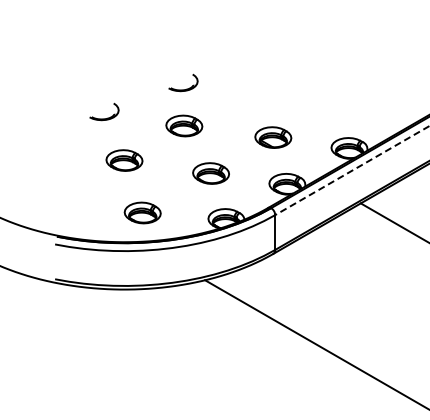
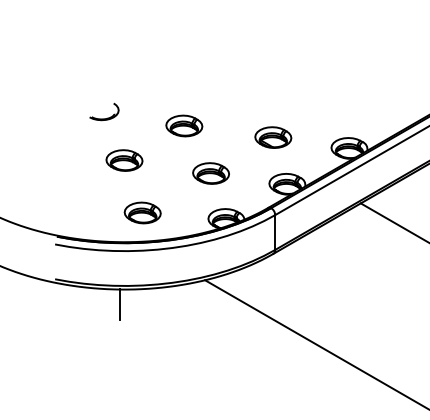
part at (186, 88): present -> none
line at (352, 170): dashed -> solid
line at (120, 304): none -> present
